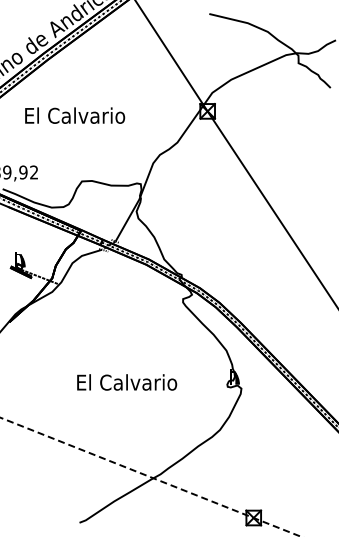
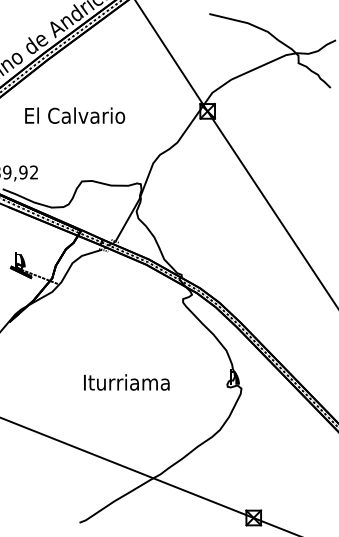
text at (127, 382): El Calvario -> Iturriama
line at (150, 477): dashed -> solid
